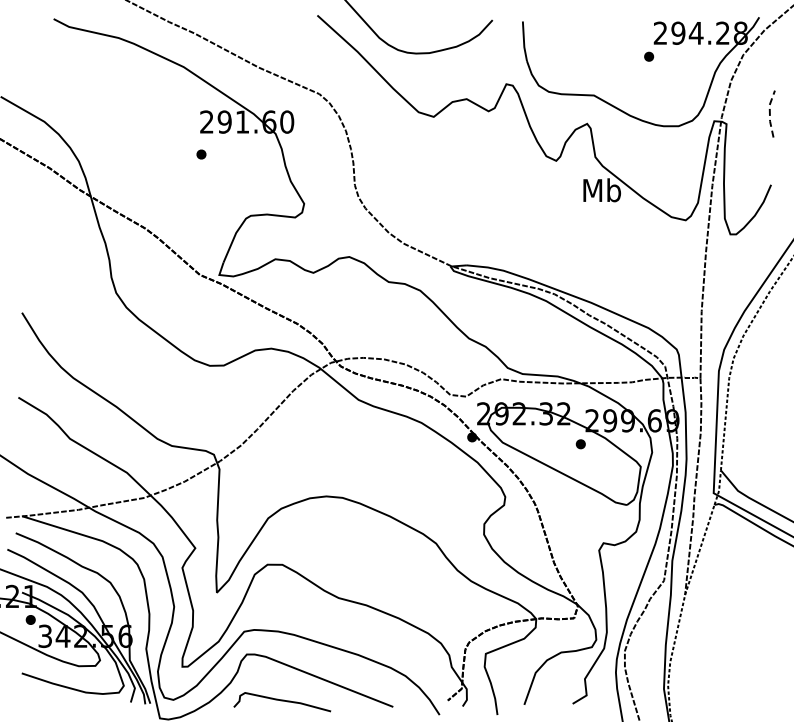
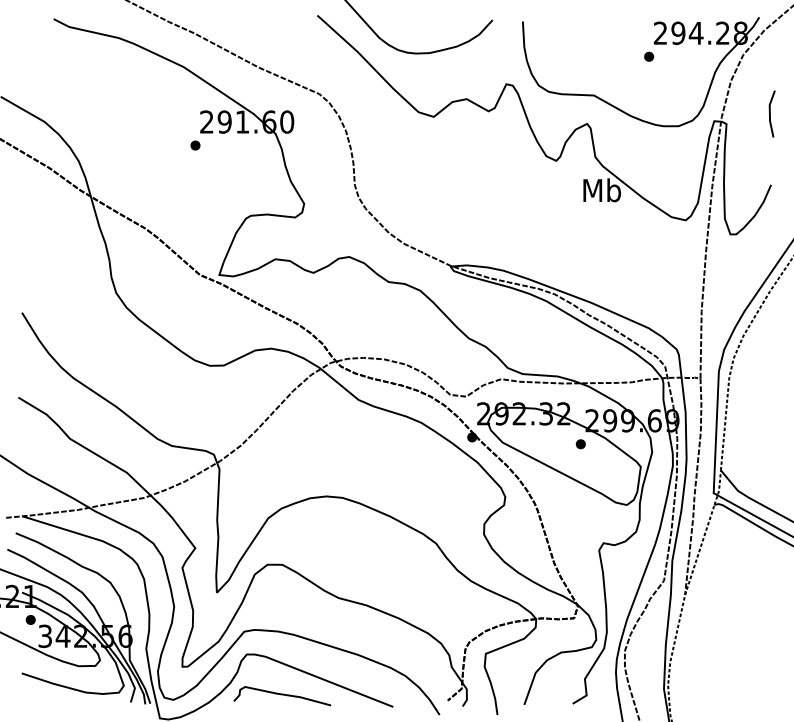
line at (769, 113): dashed -> solid
part at (201, 154) position: (201, 154) -> (195, 145)
curve at (282, 701) position: (282, 701) -> (282, 695)
